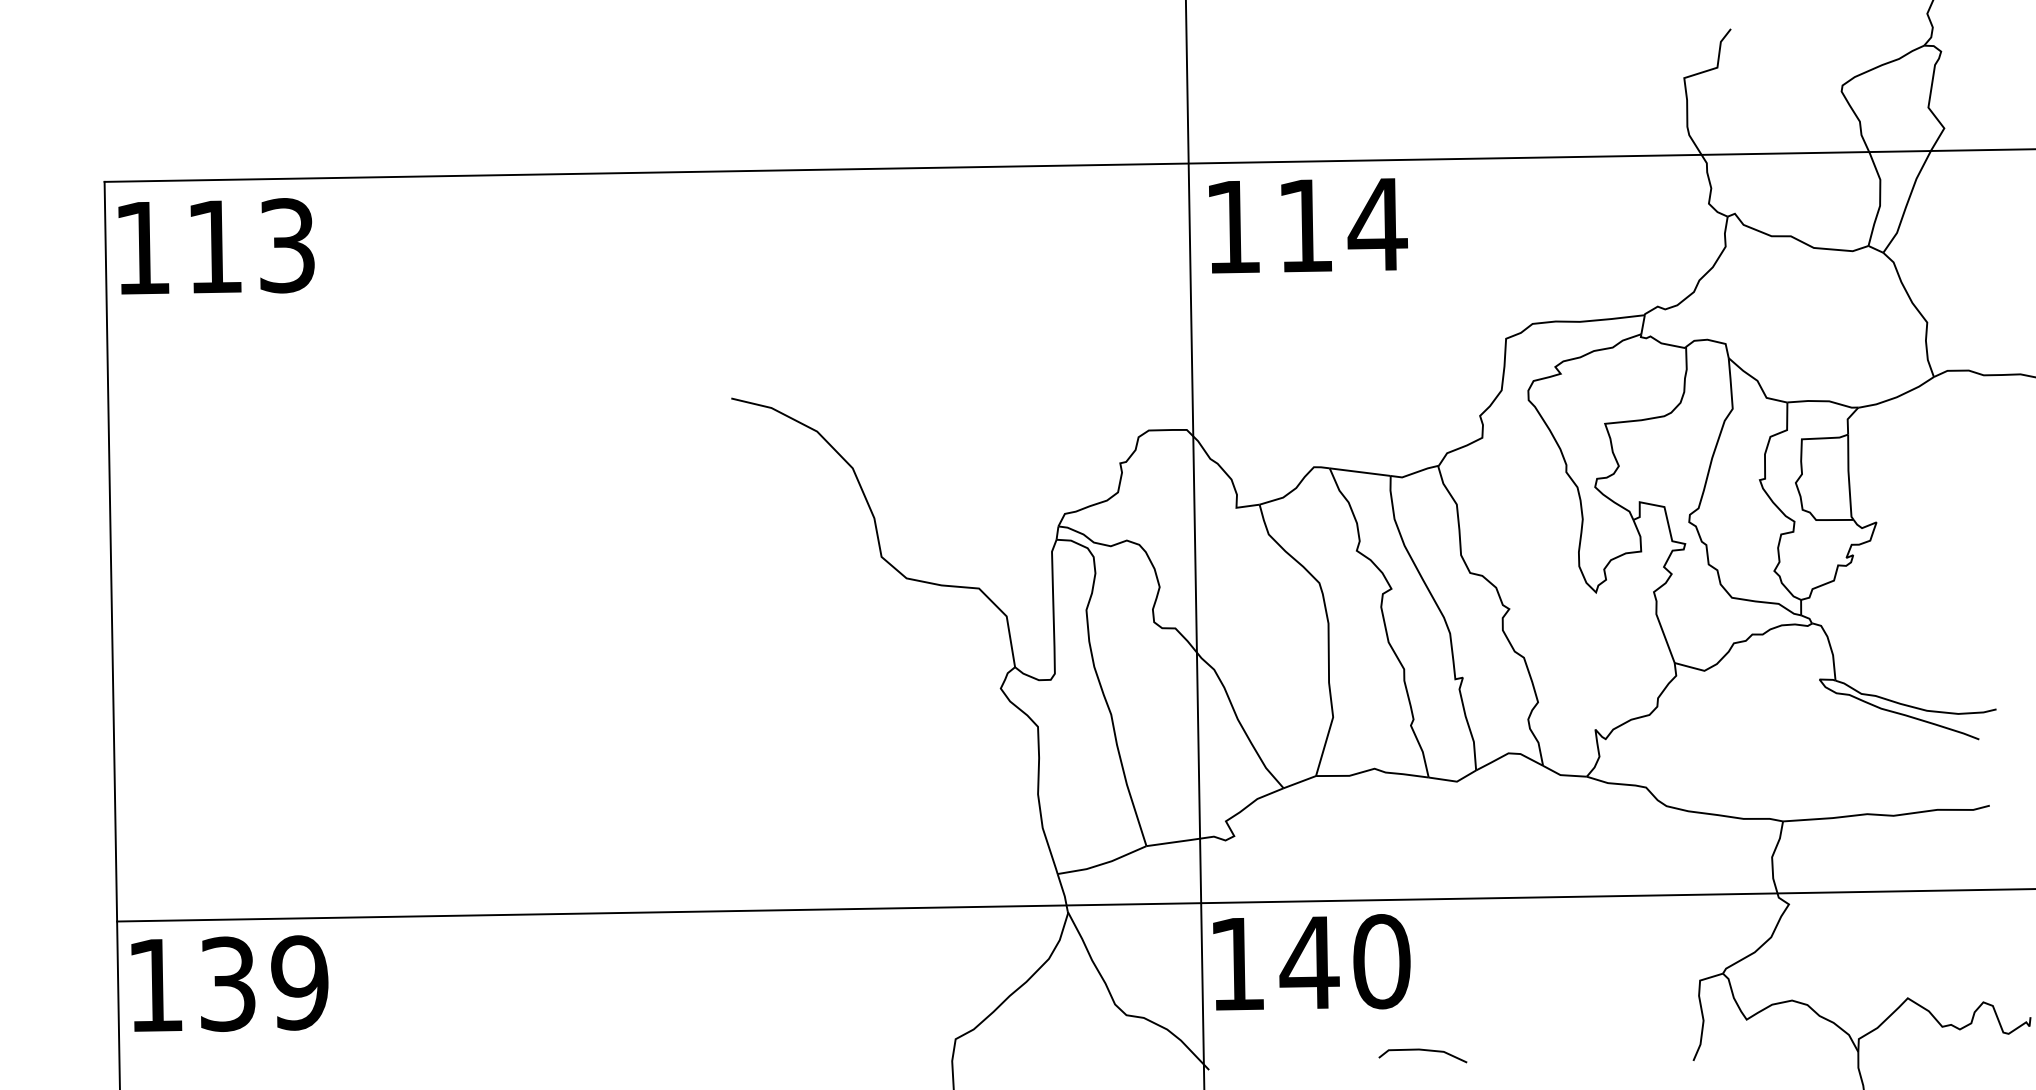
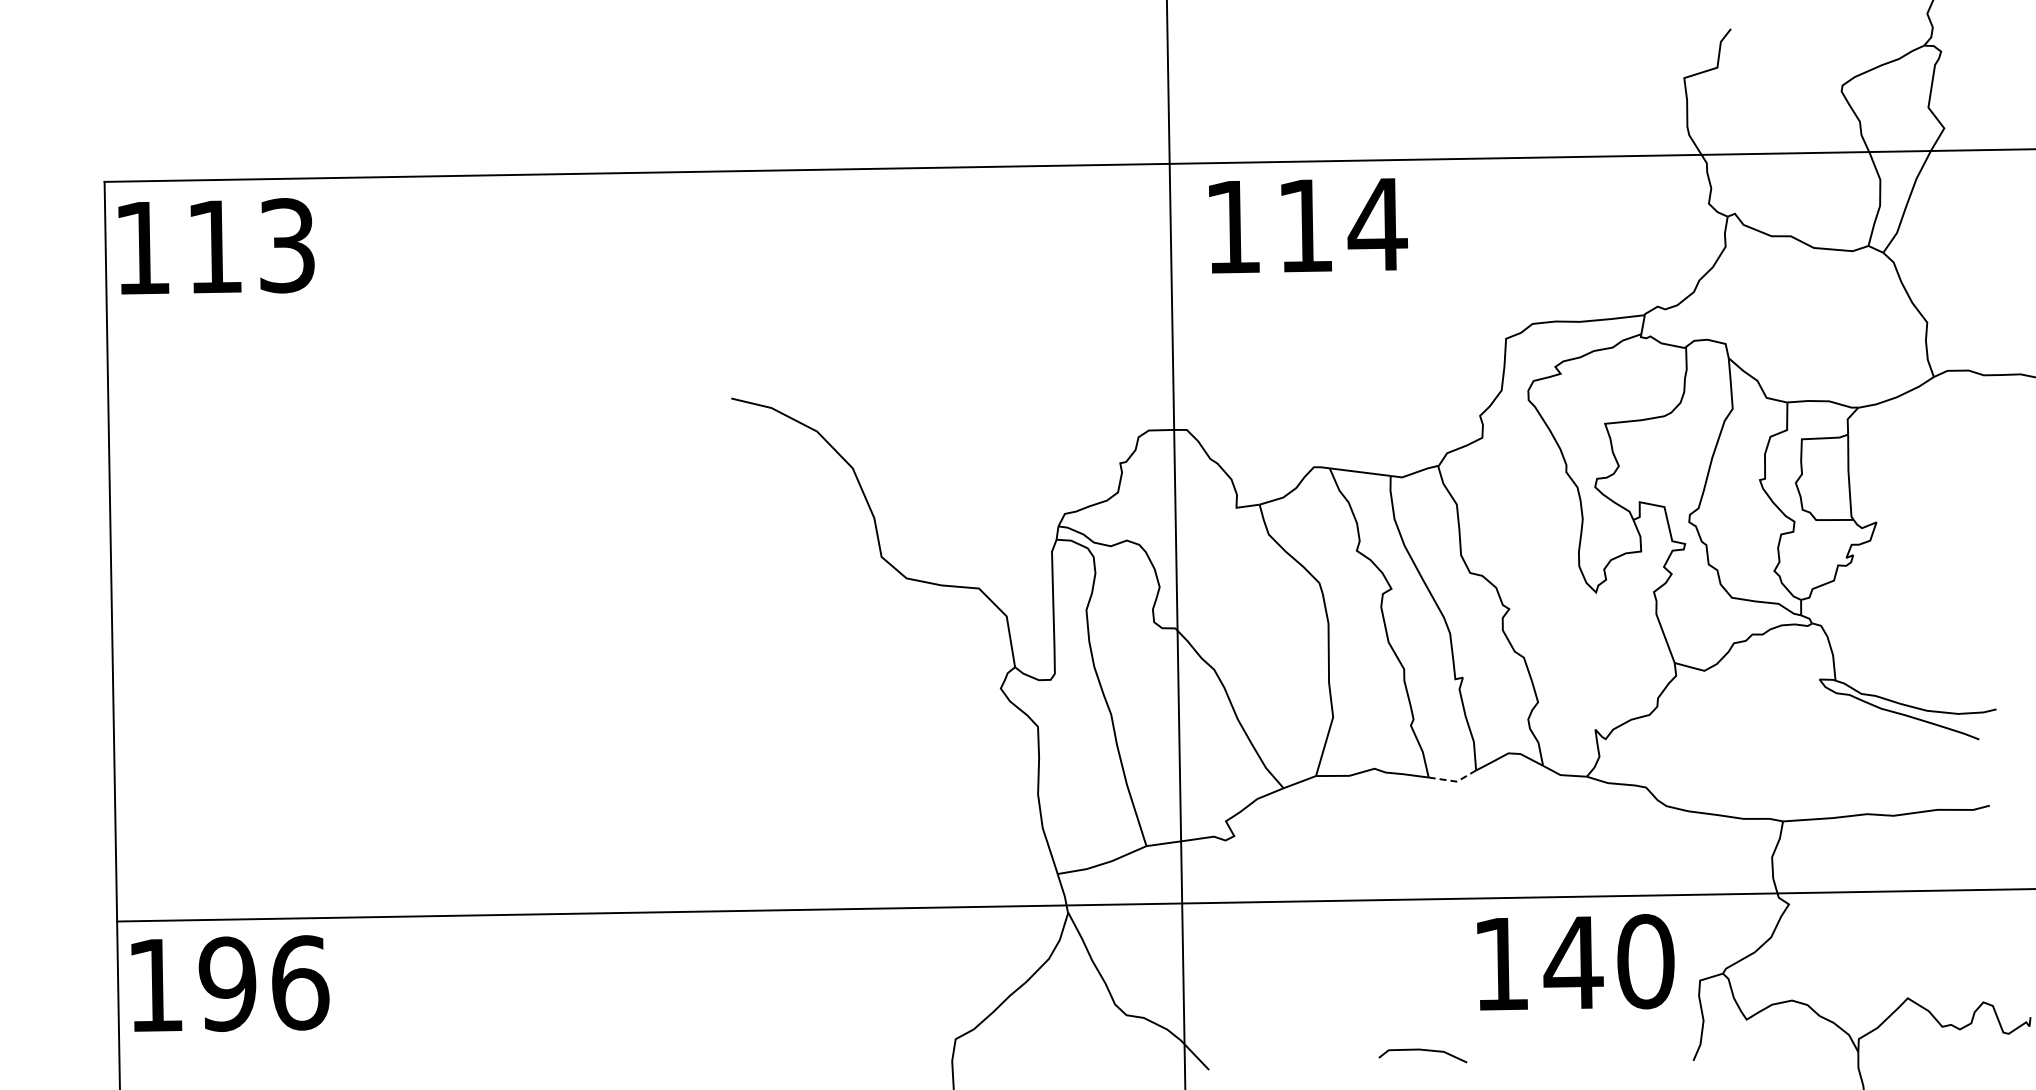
line at (1194, 544) position: (1194, 544) -> (1175, 544)
line at (1455, 781): solid -> dashed
text at (1311, 962) position: (1311, 962) -> (1575, 962)
text at (263, 983): 139 -> 196
